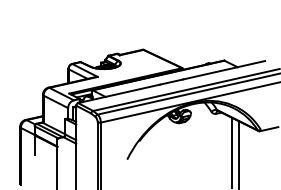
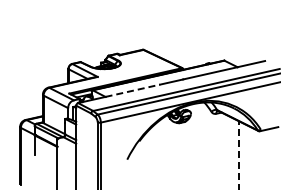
line at (132, 90): solid -> dashed
line at (232, 151): present -> none
line at (238, 154): solid -> dashed
